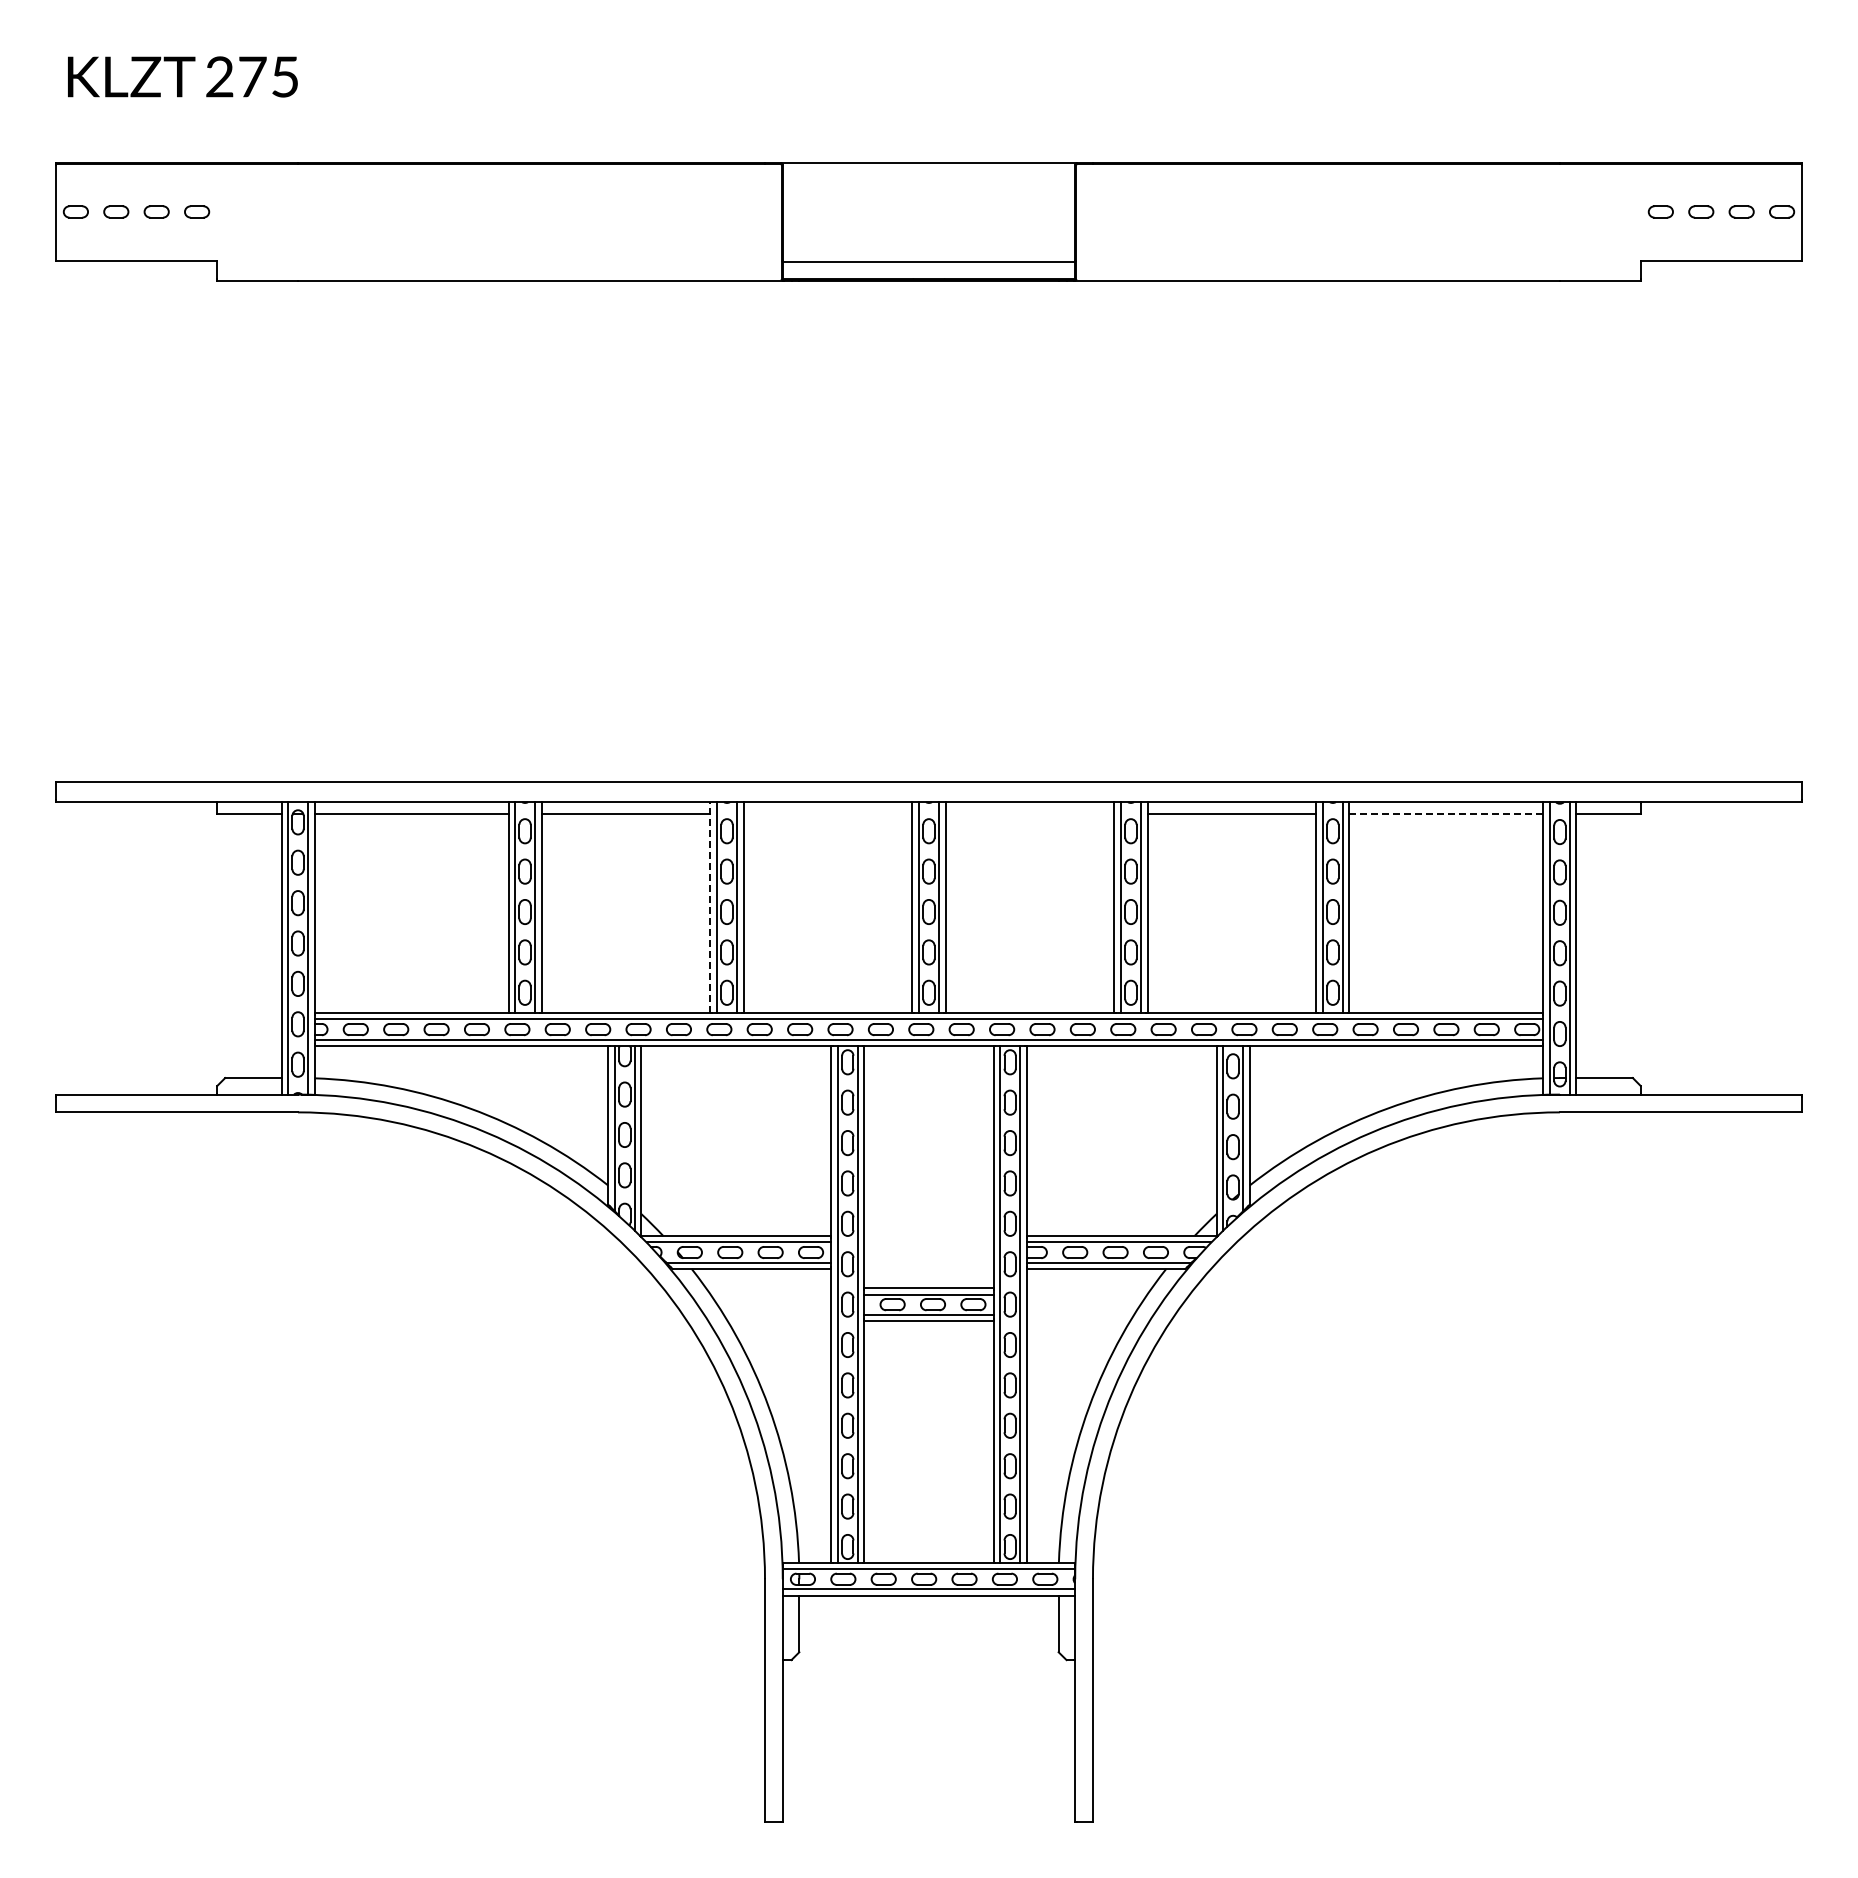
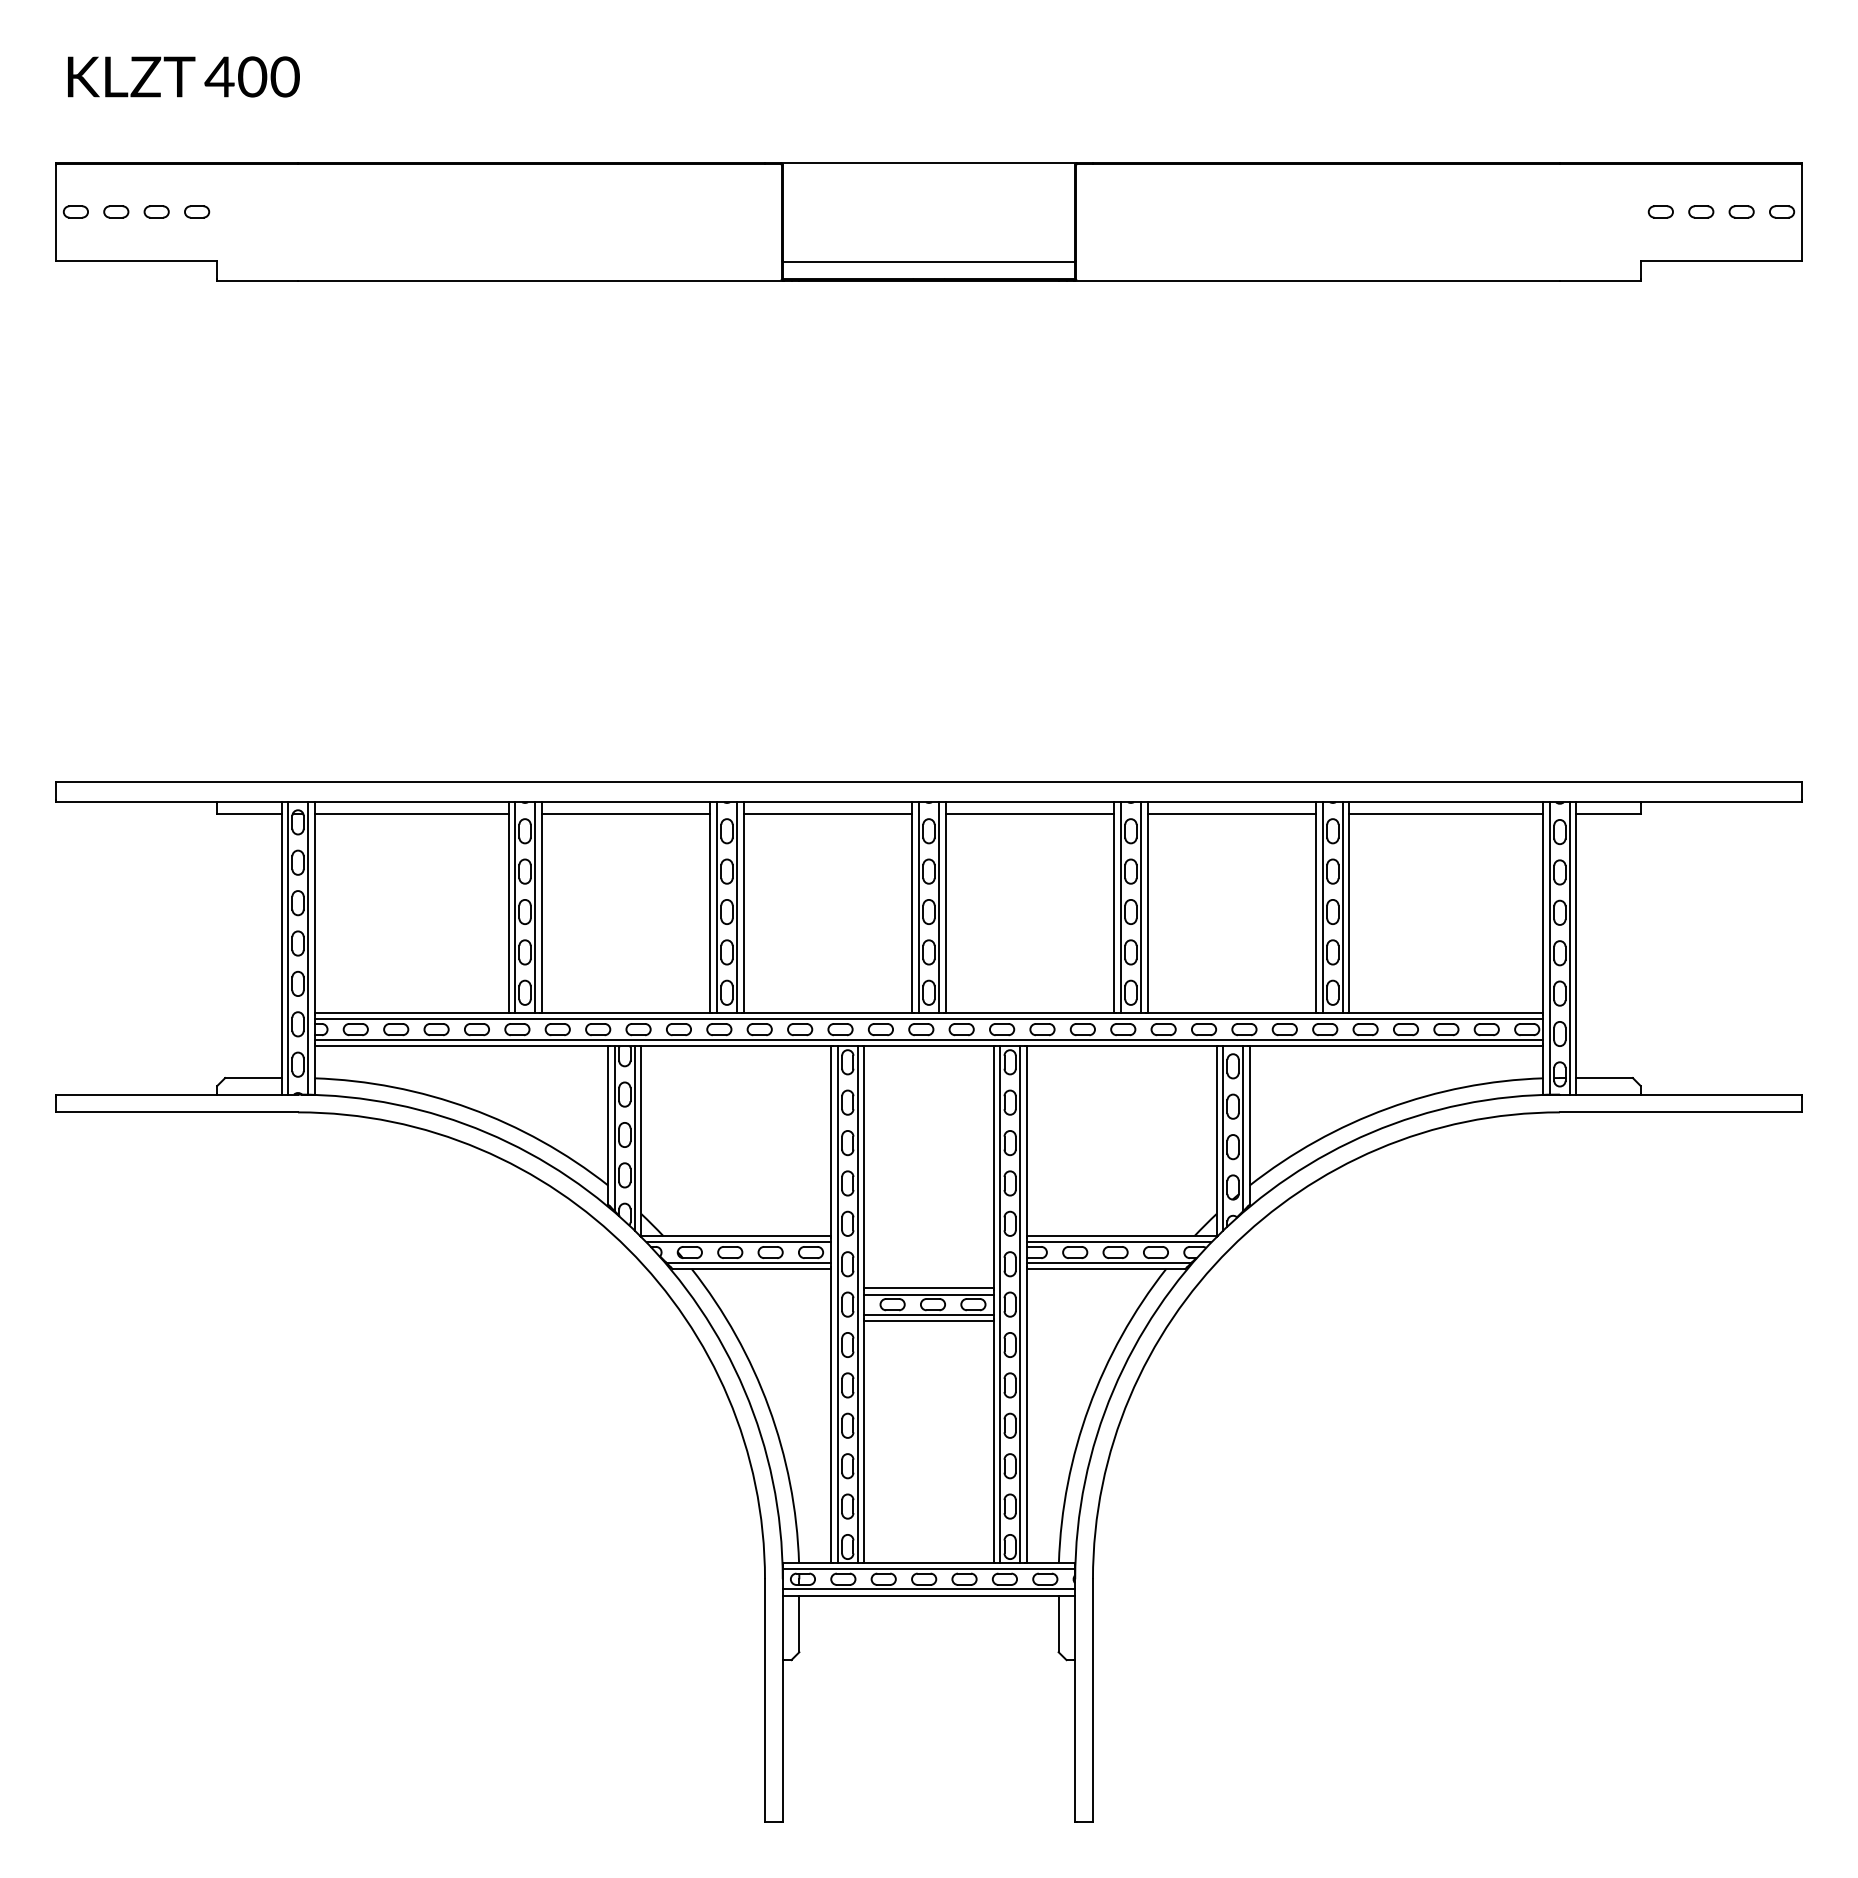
text at (251, 76): 275 -> 400
line at (827, 814): none -> present
line at (1029, 814): none -> present
line at (1446, 814): dashed -> solid
line at (710, 907): dashed -> solid
